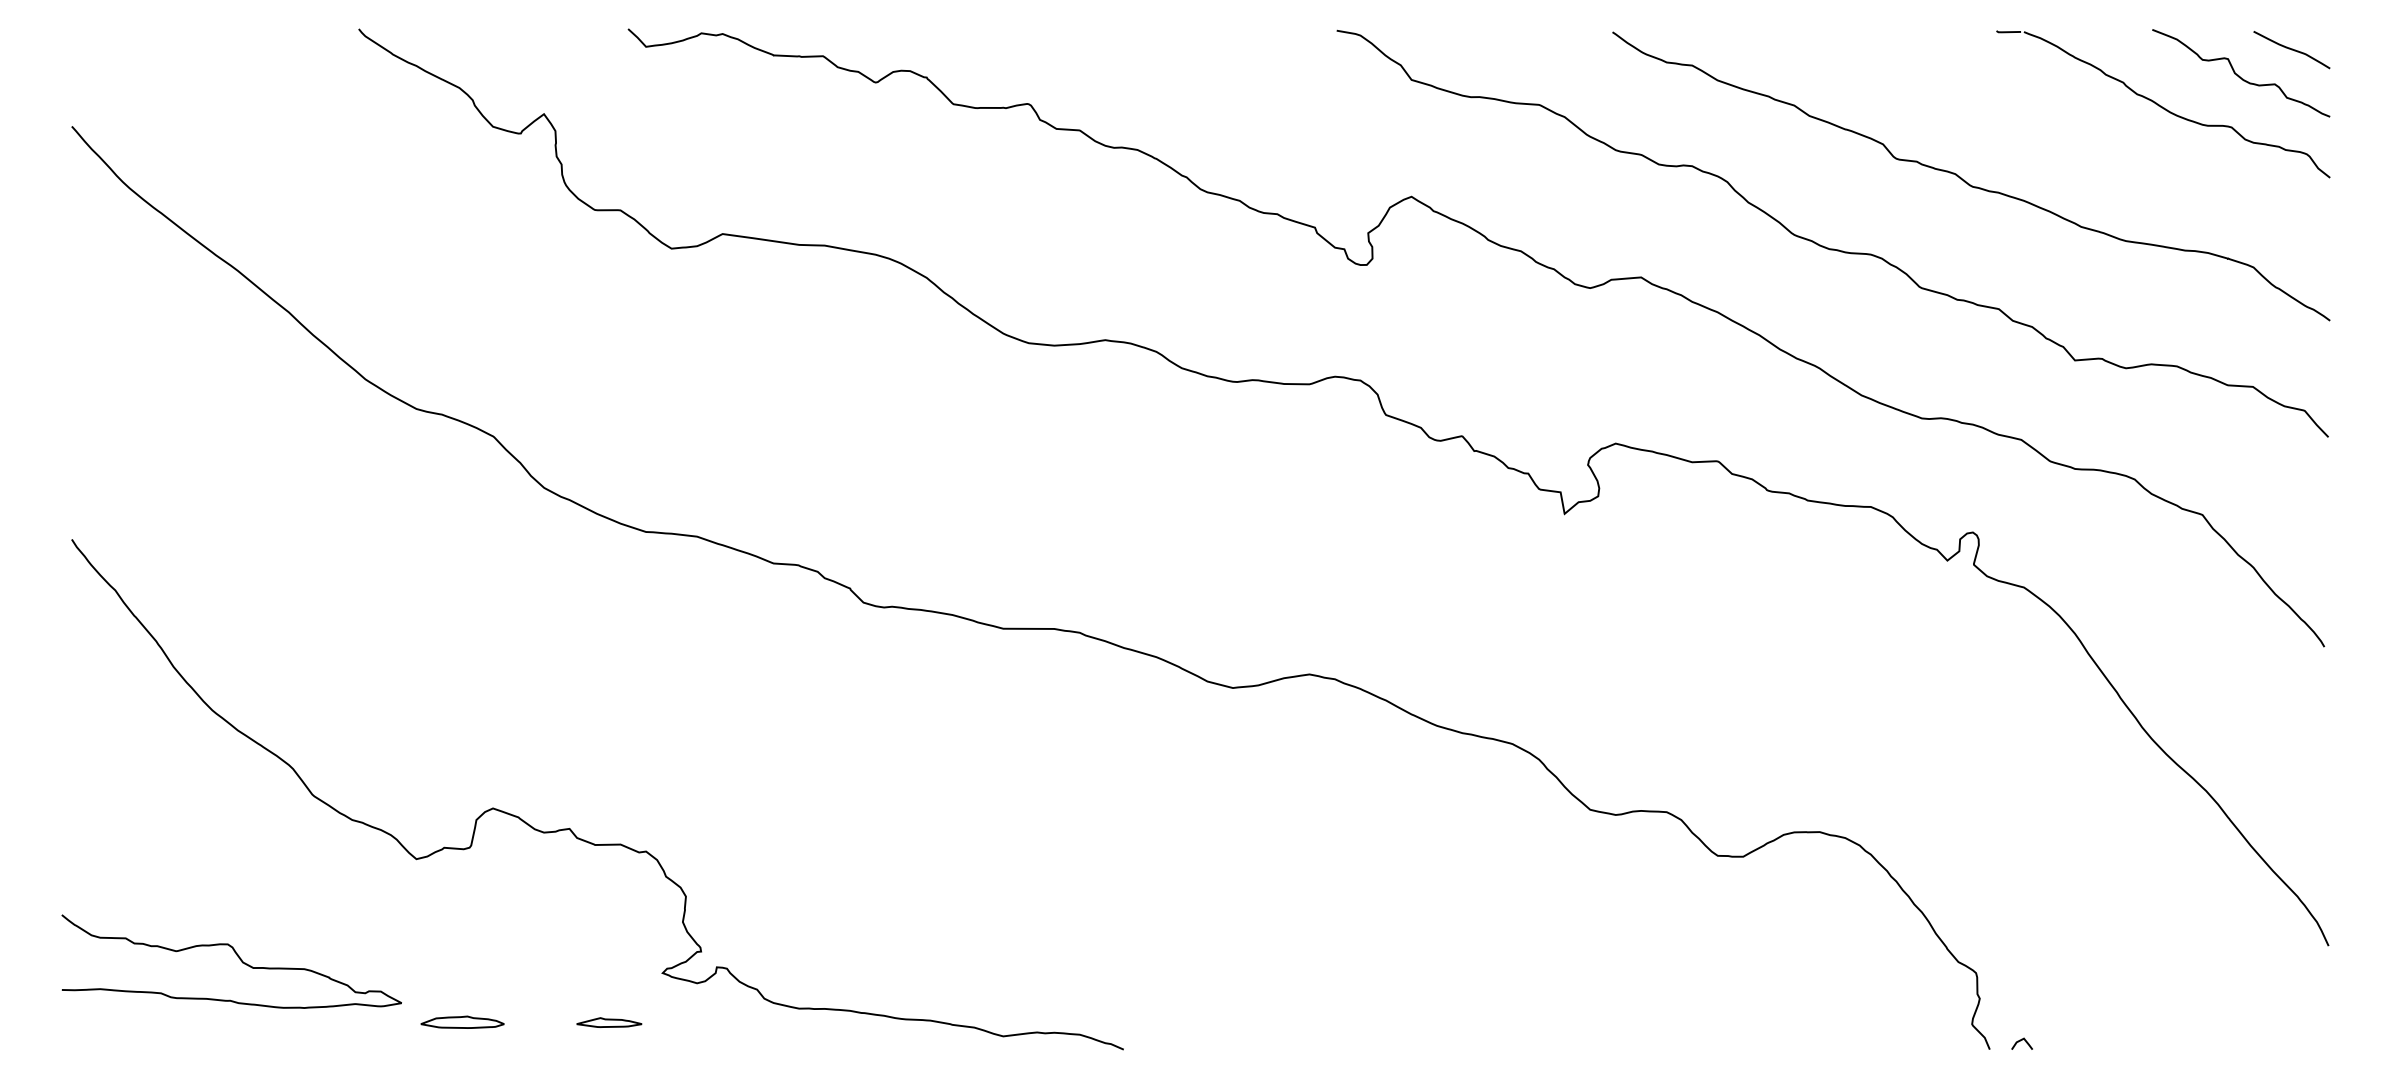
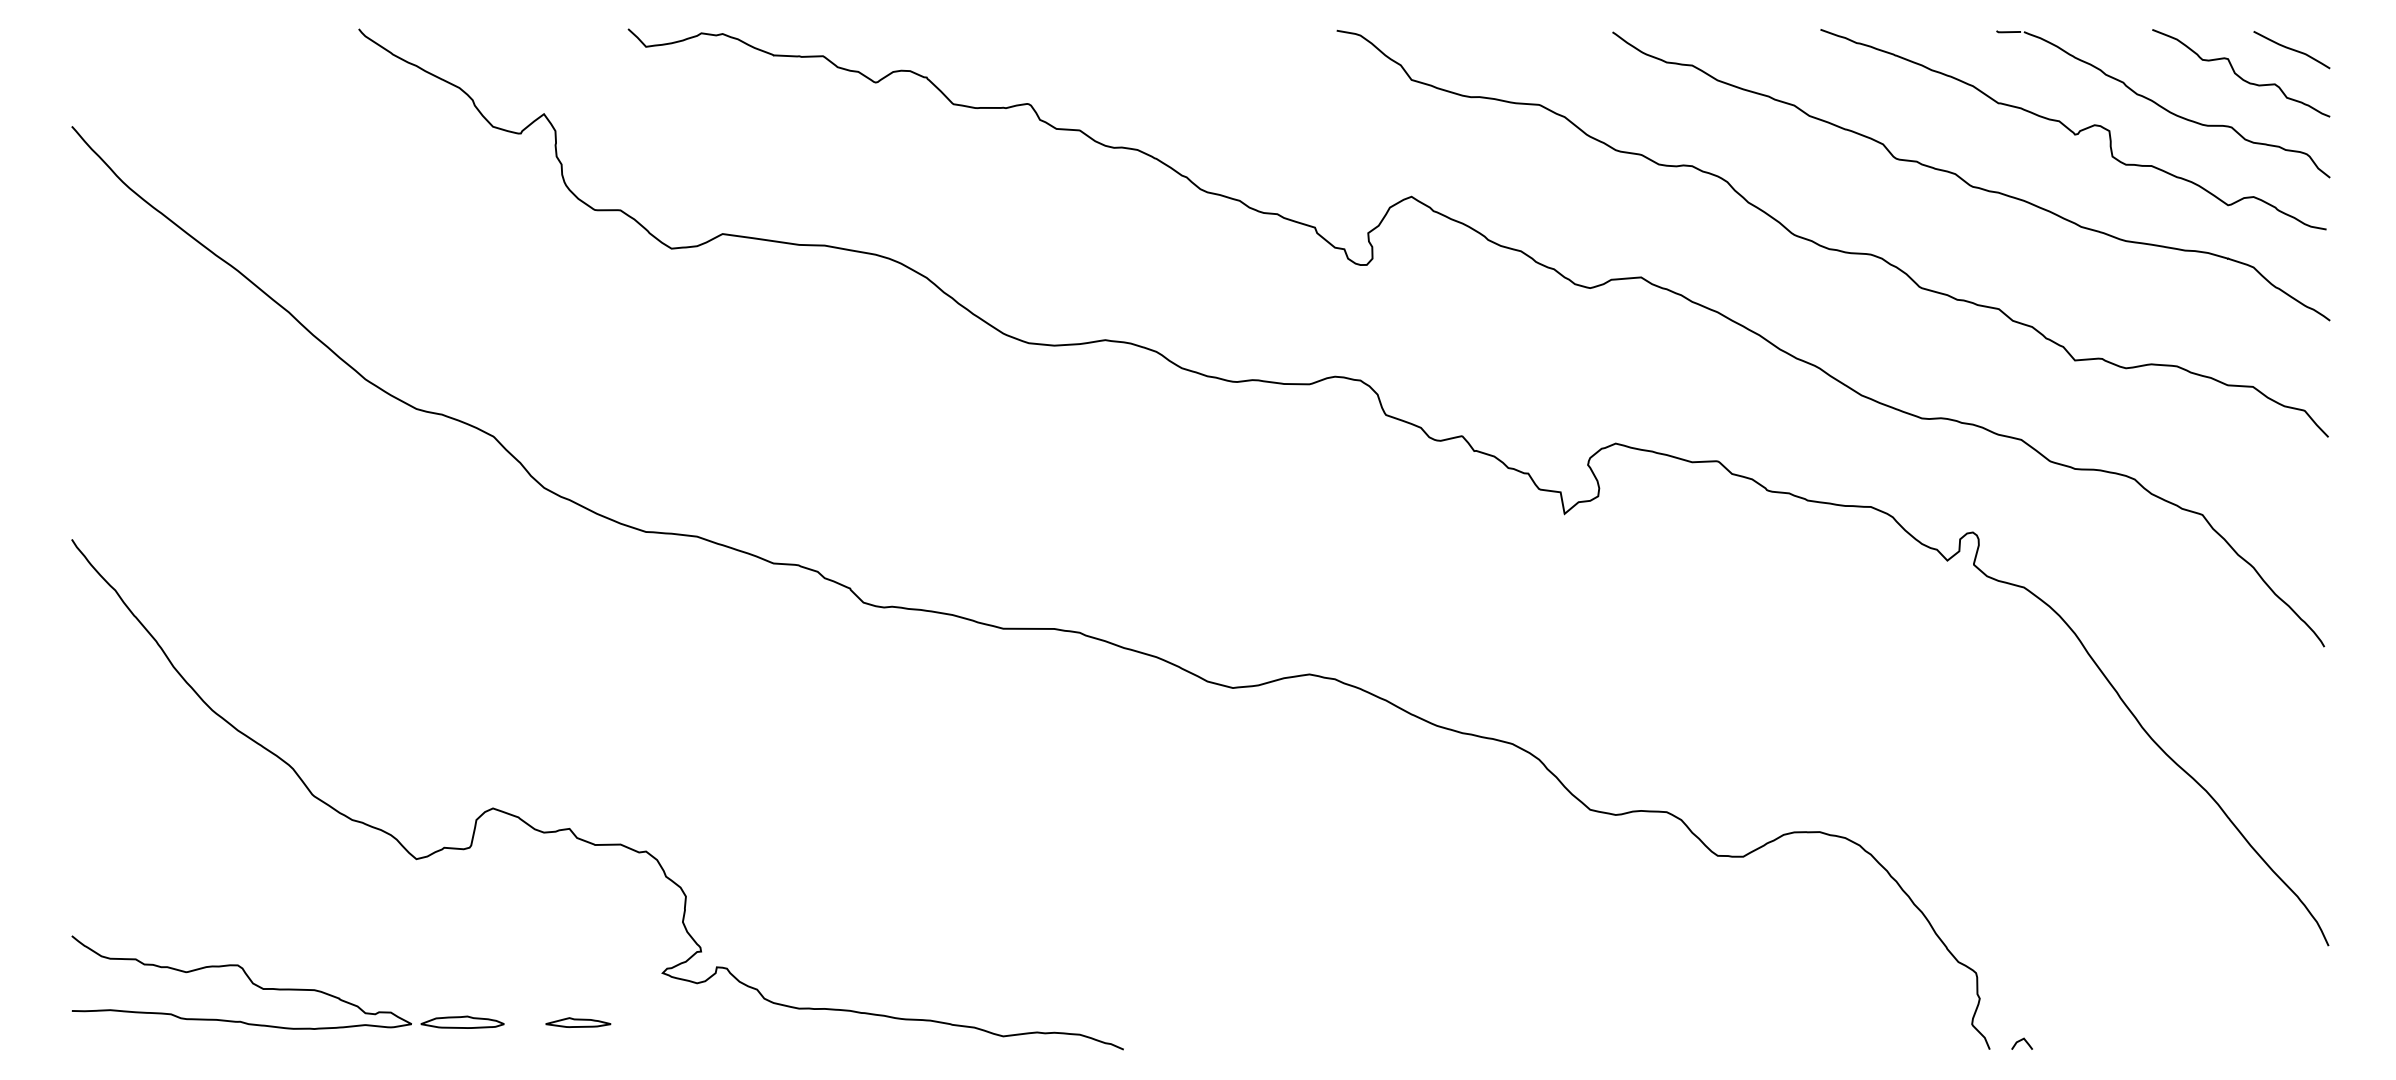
curve at (2072, 130): none -> present
curve at (238, 958) position: (238, 958) -> (248, 979)
part at (609, 1022) position: (609, 1022) -> (578, 1022)
